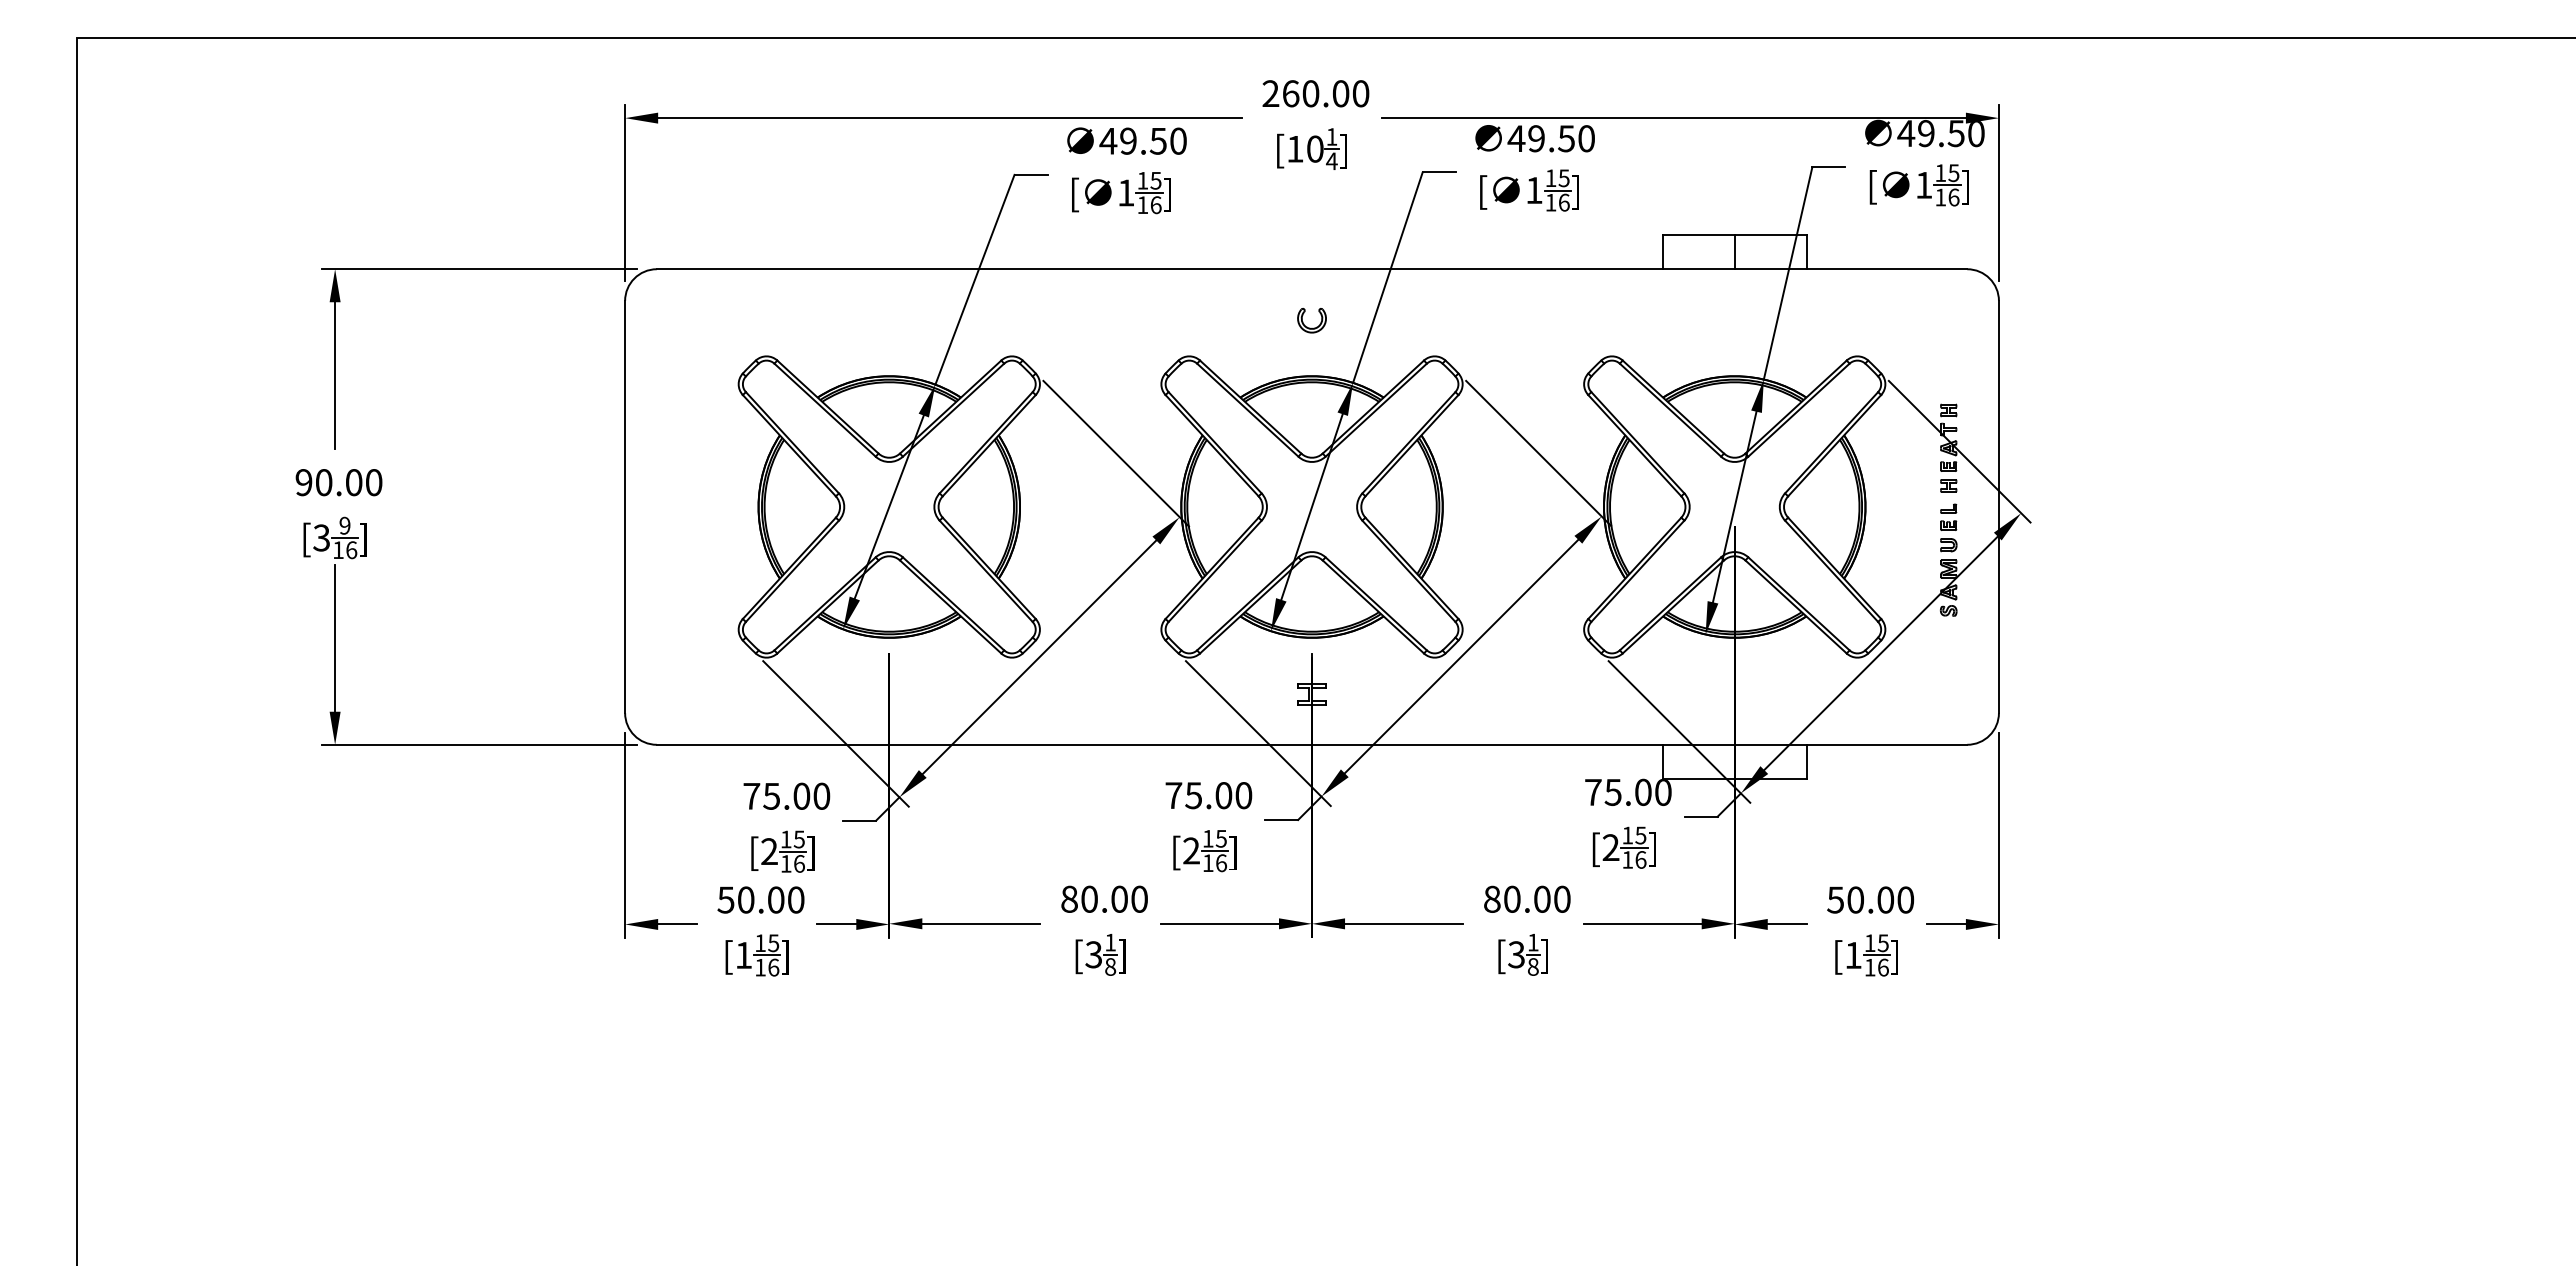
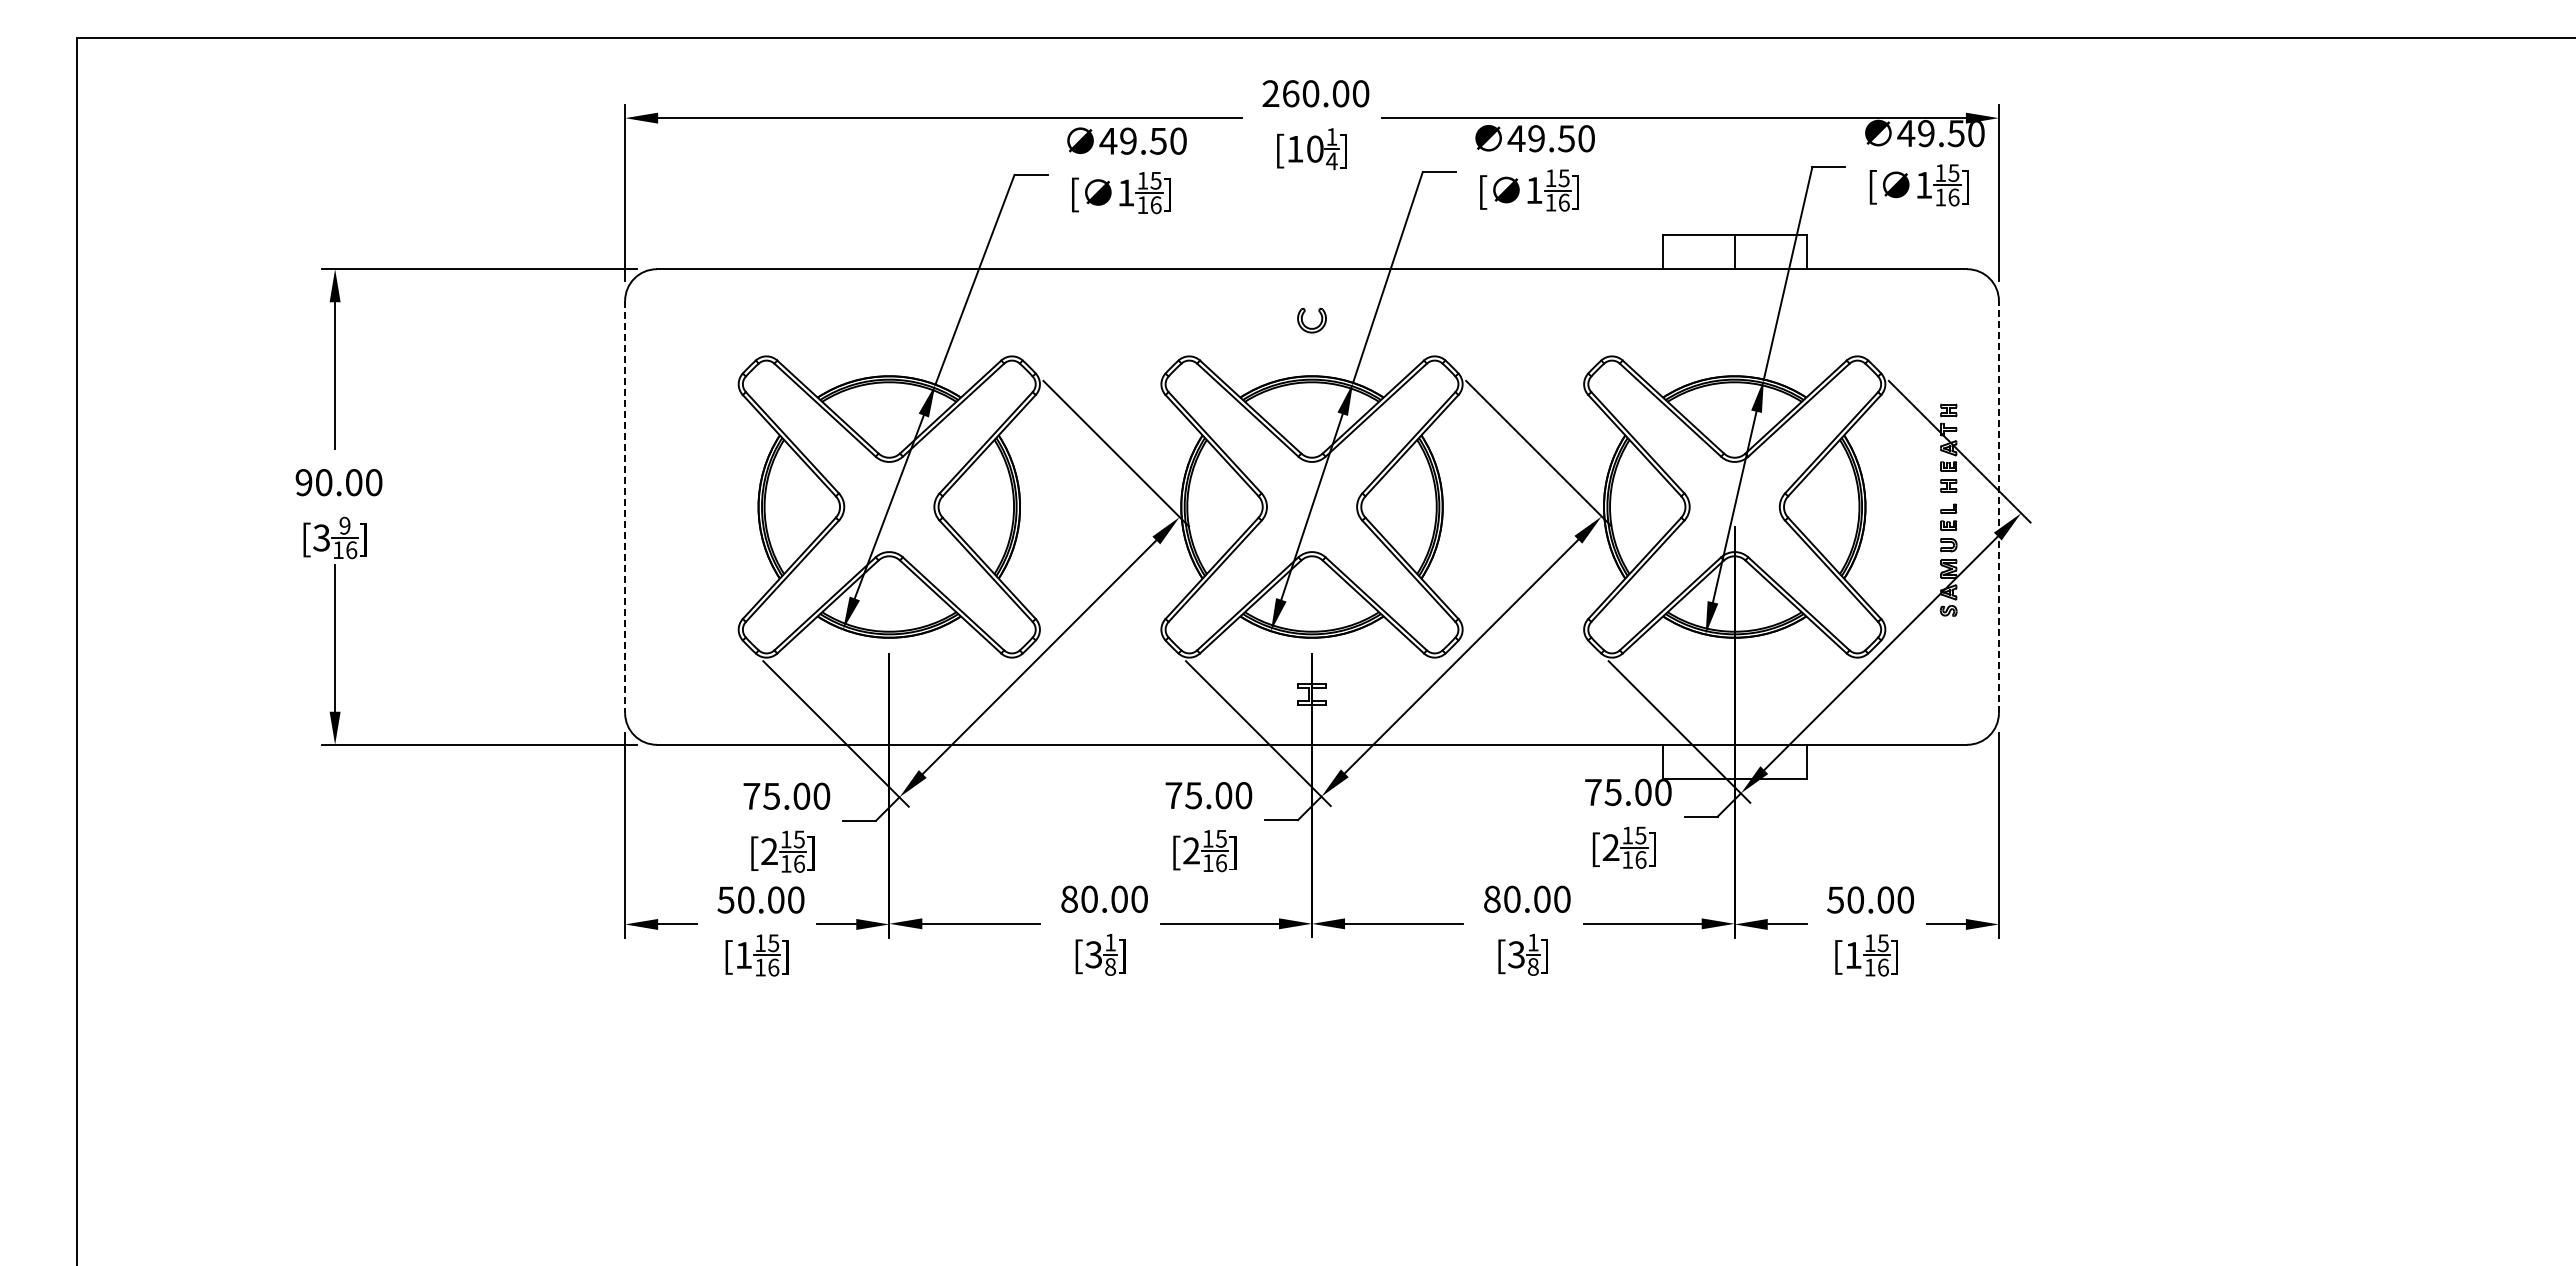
line at (1998, 506): solid -> dashed
line at (625, 507): solid -> dashed
